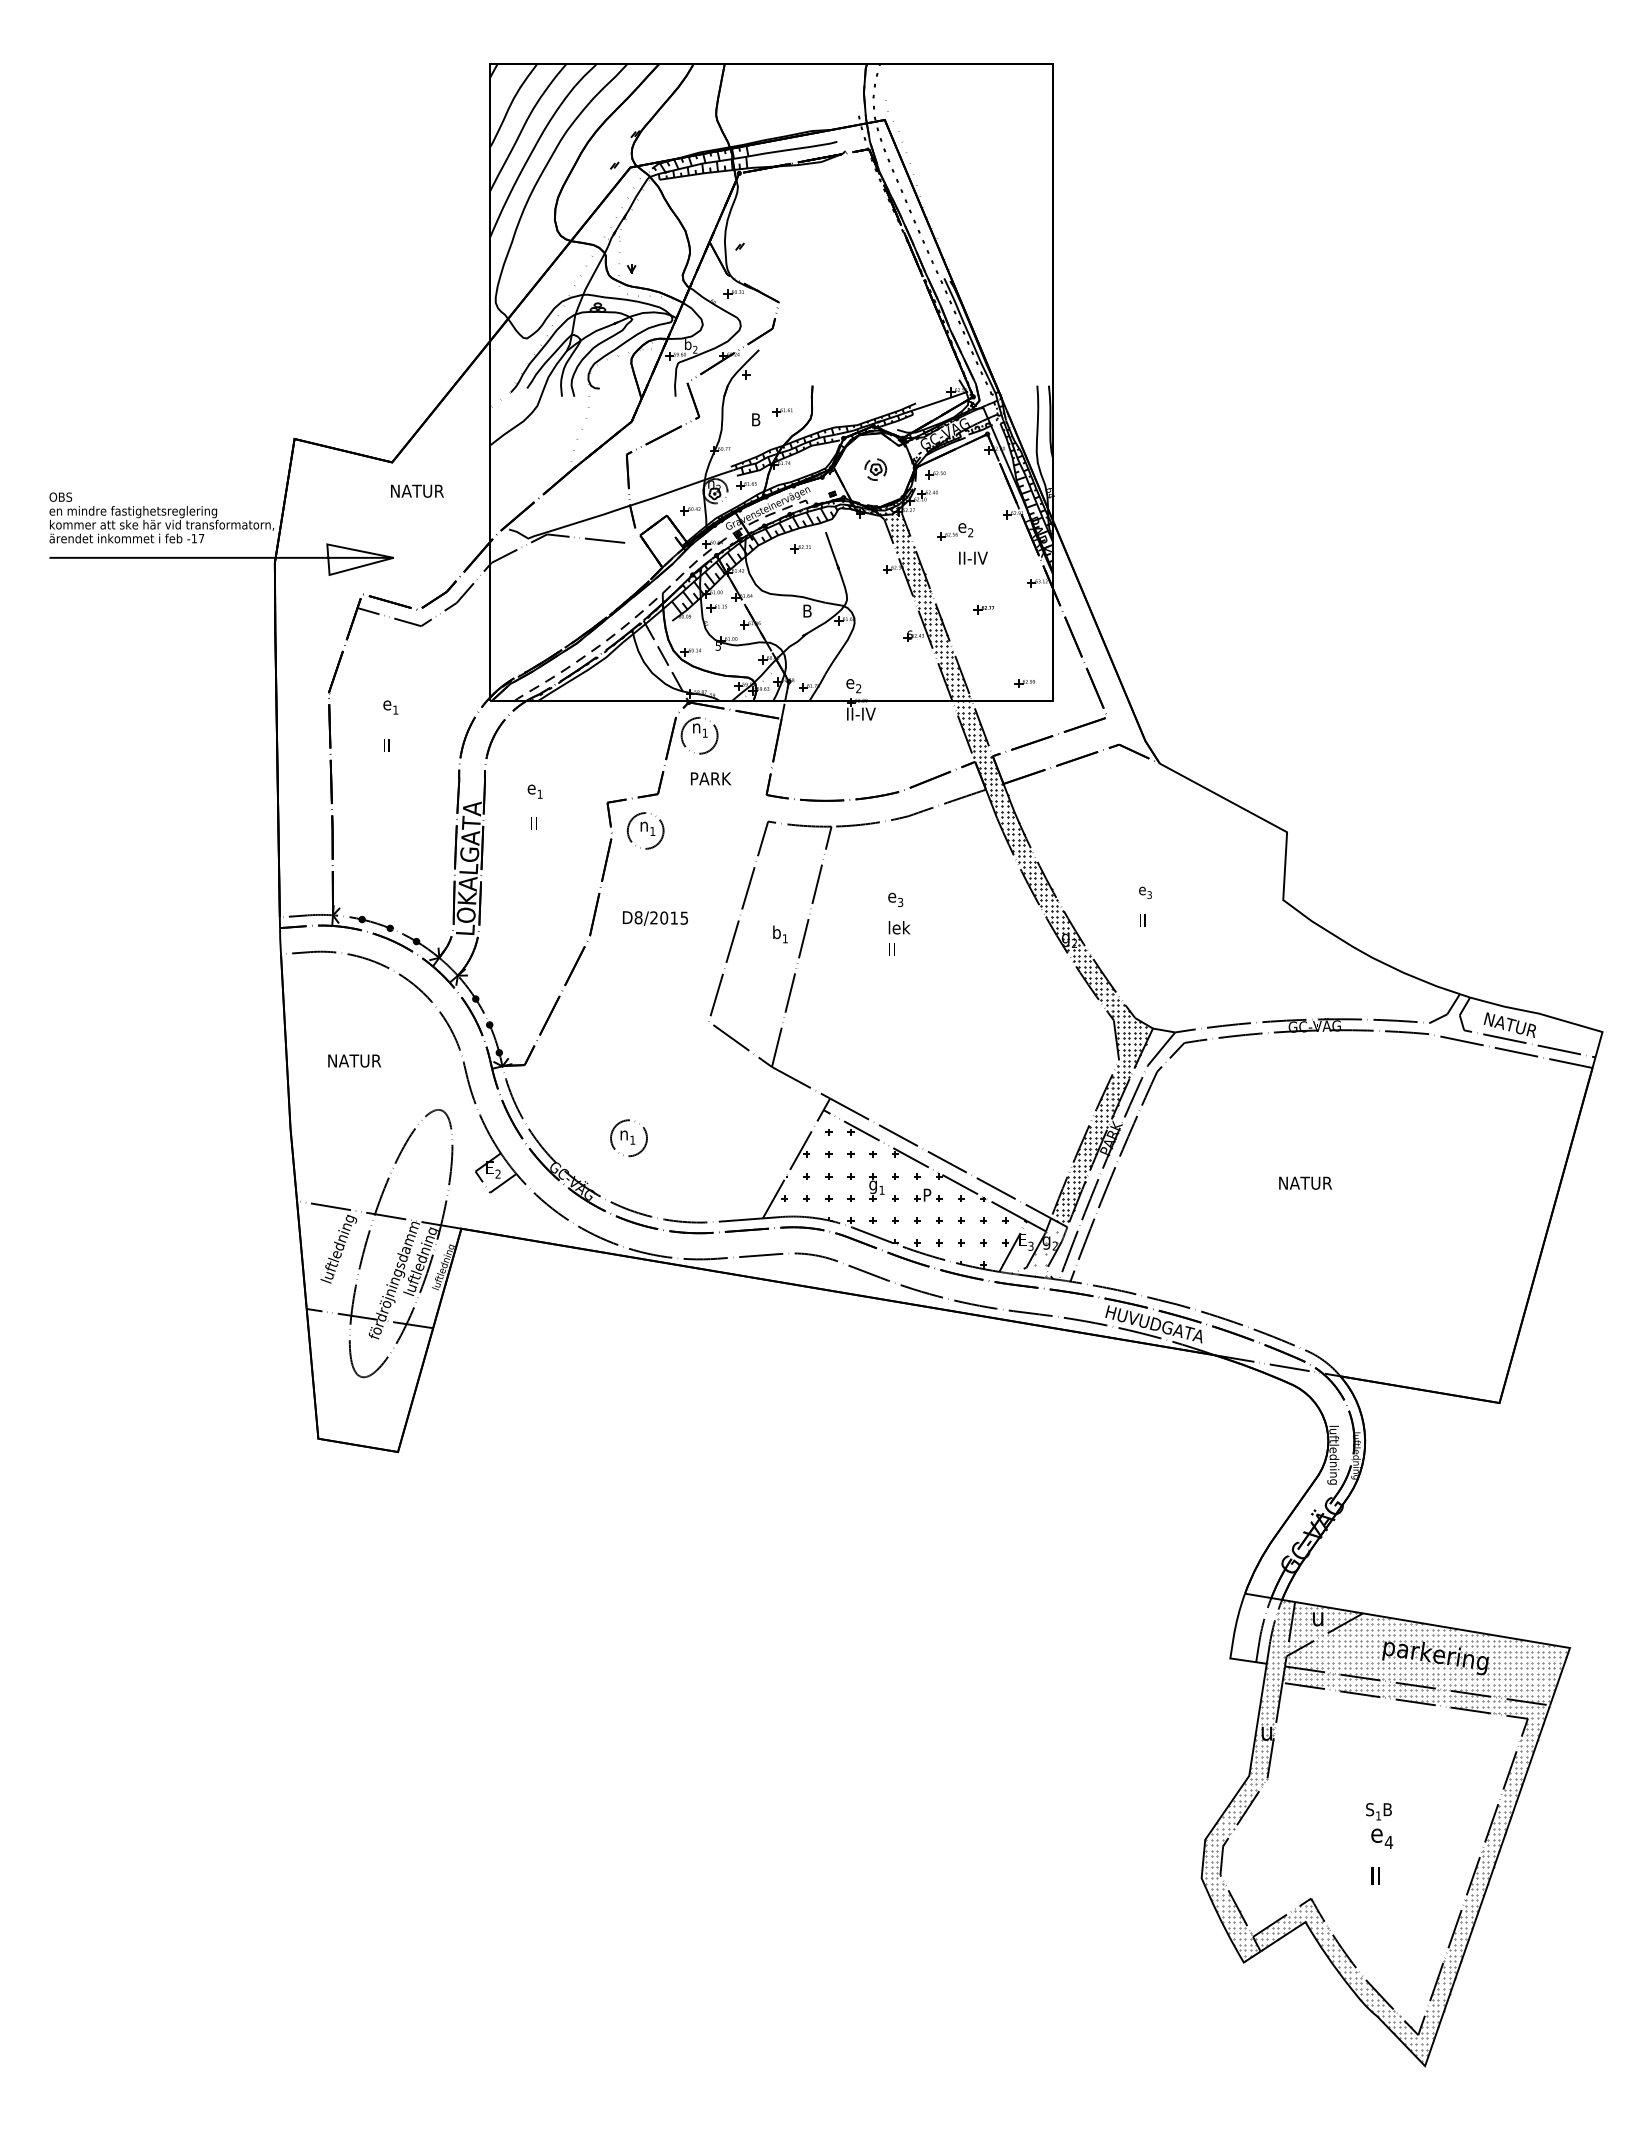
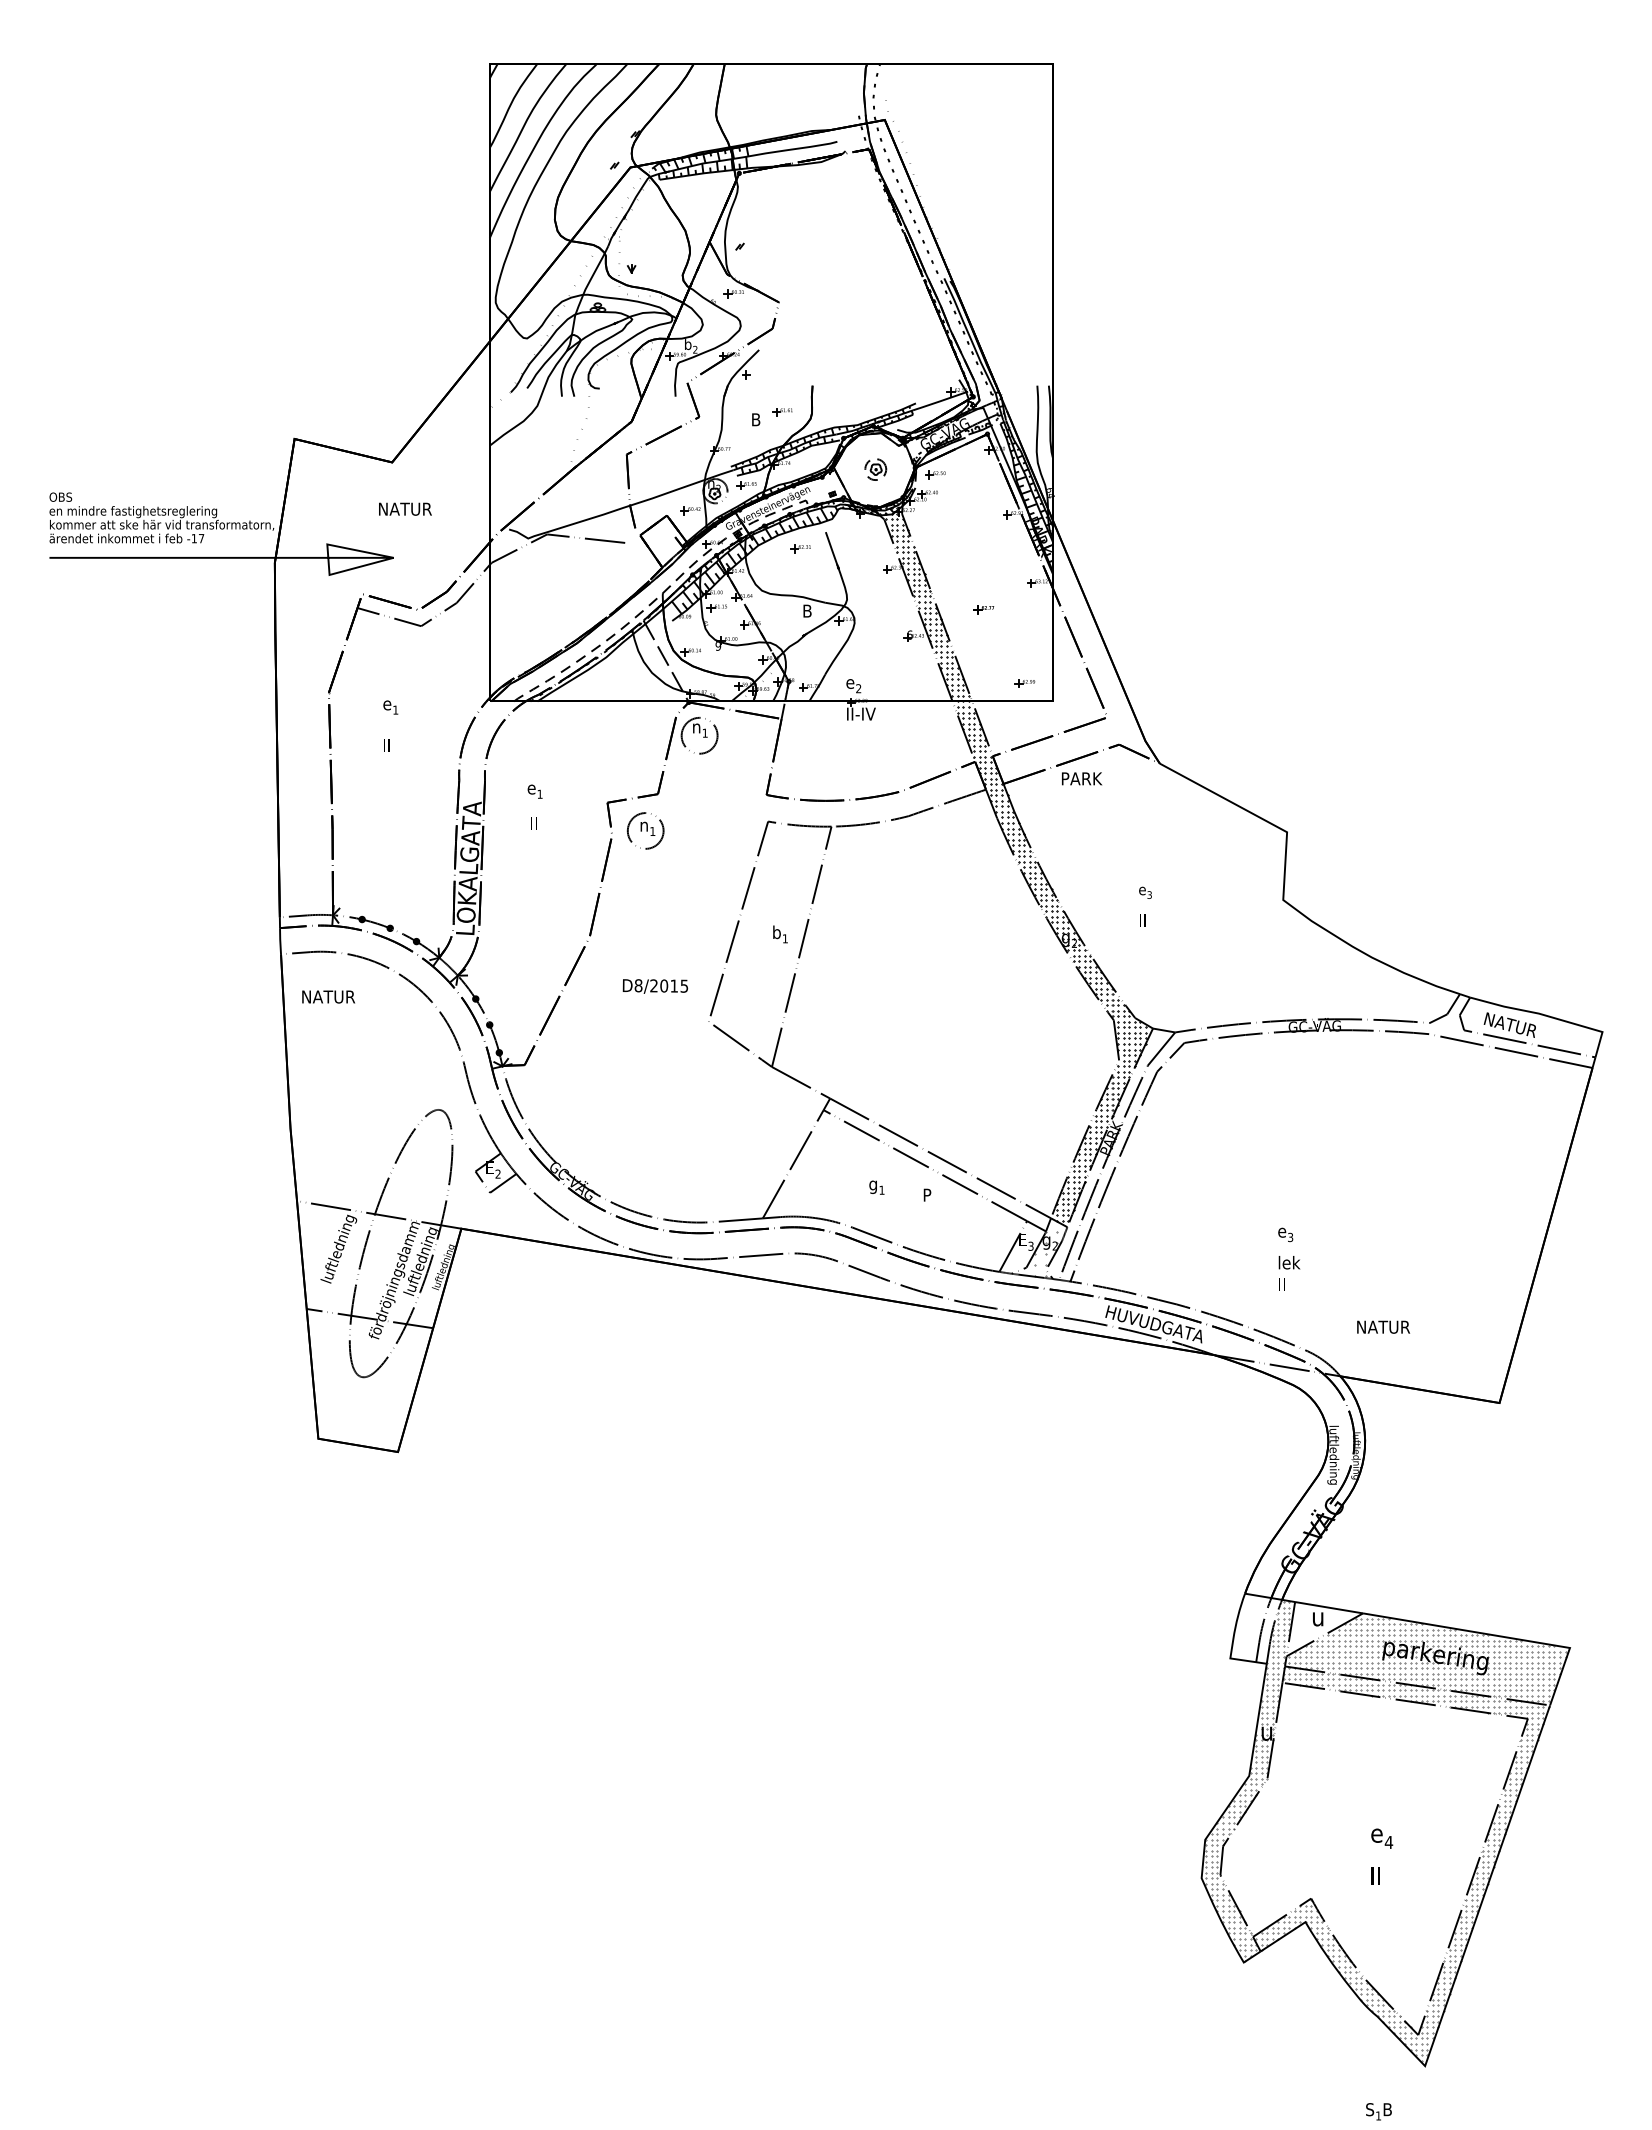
text at (417, 490) position: (417, 490) -> (405, 508)
part at (960, 551): present -> none
text at (718, 646): 5 -> 9
text at (711, 778) position: (711, 778) -> (1082, 778)
text at (655, 918) position: (655, 918) -> (655, 986)
text at (899, 923) position: (899, 923) -> (1289, 1258)
text at (354, 1060) position: (354, 1060) -> (328, 996)
part at (628, 1138): present -> none
text at (1305, 1182) position: (1305, 1182) -> (1383, 1326)
hatch at (903, 1190): present -> none
hatch at (1322, 1629): present -> none
text at (1378, 1811) position: (1378, 1811) -> (1378, 2111)
